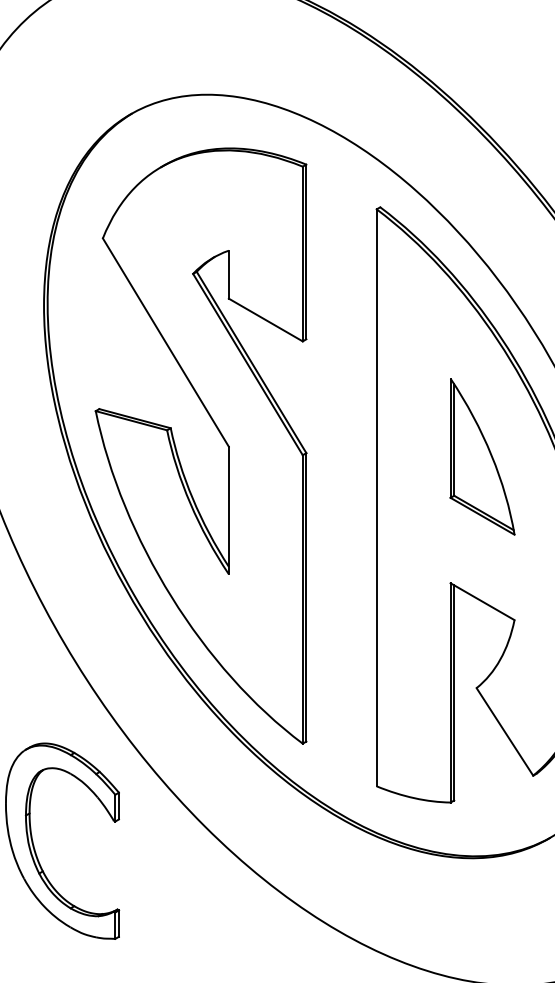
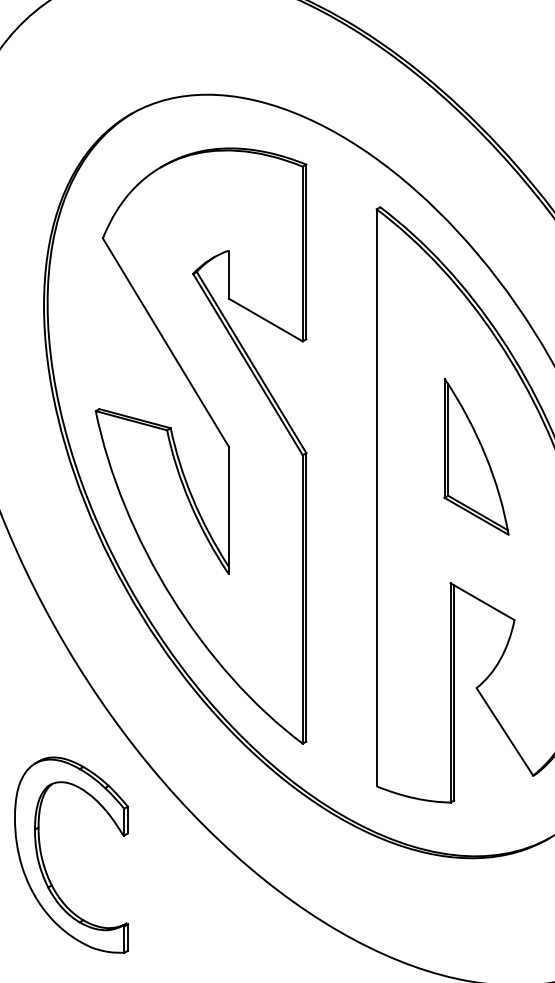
part at (482, 456) position: (482, 456) -> (476, 456)
part at (34, 845) position: (34, 845) -> (43, 859)
